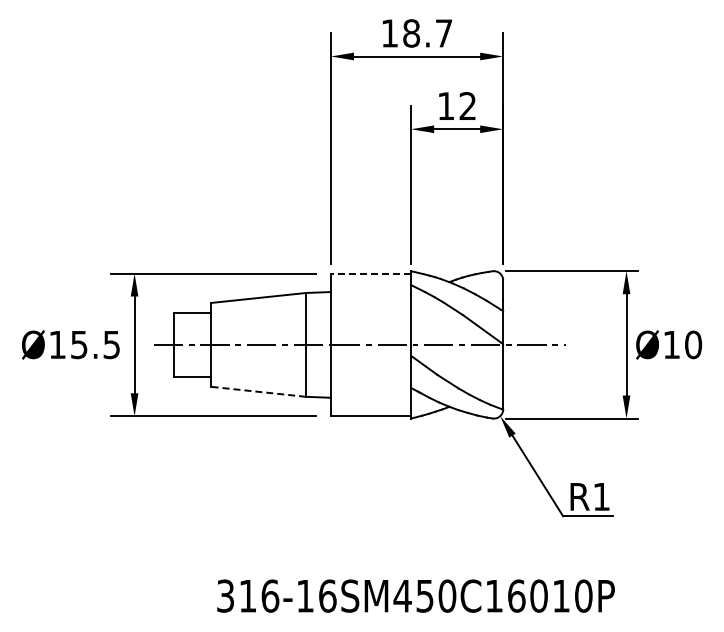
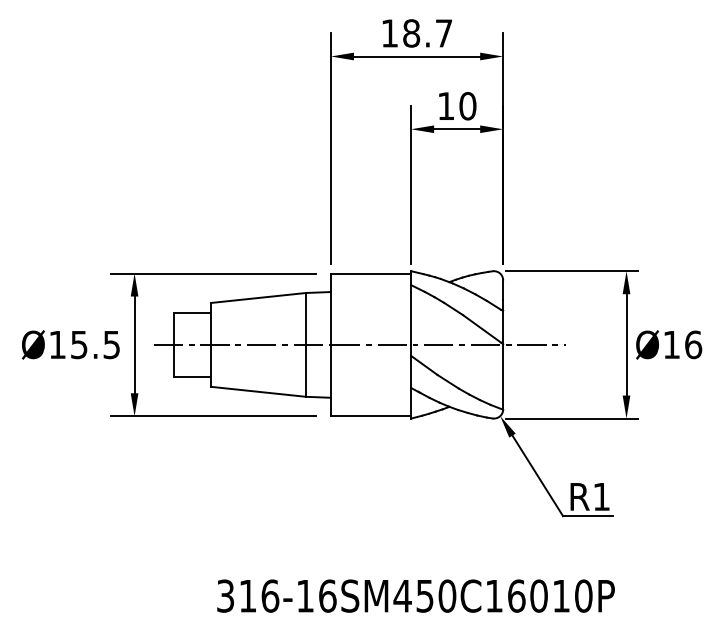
text at (467, 106): 12 -> 10
line at (370, 273): dashed -> solid
text at (693, 344): Ø10 -> Ø16
line at (258, 391): dashed -> solid
